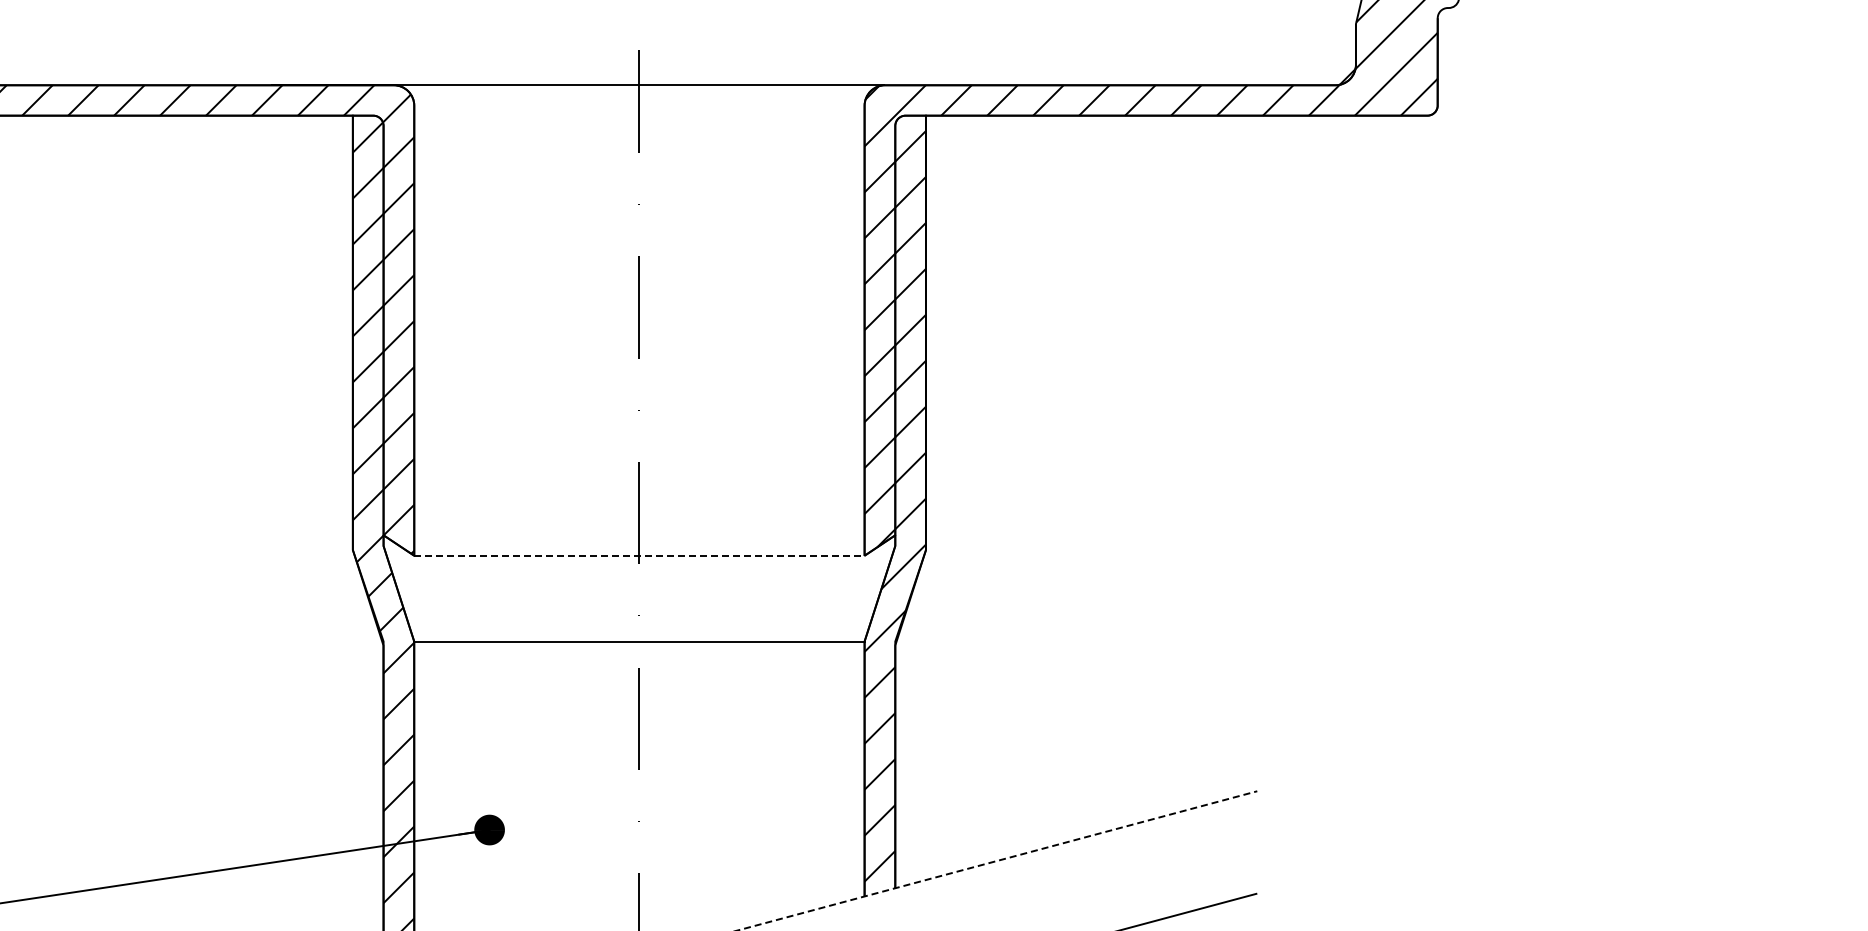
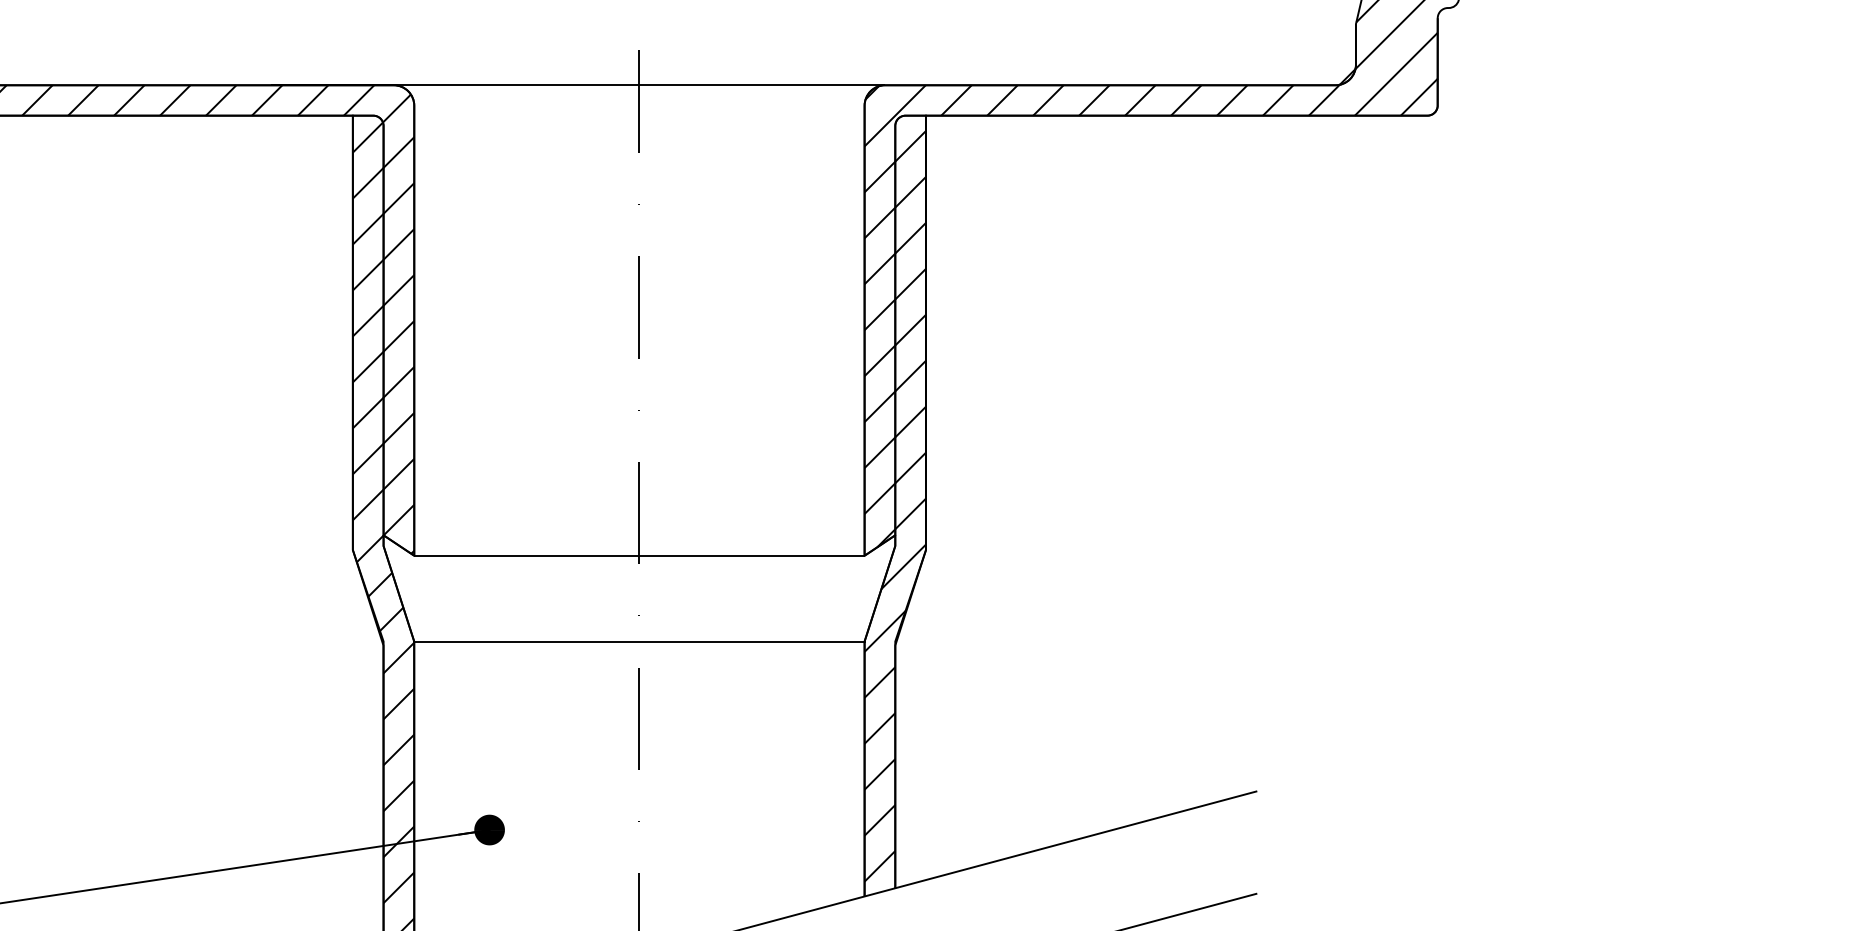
line at (639, 555): dashed -> solid
line at (996, 861): dashed -> solid
